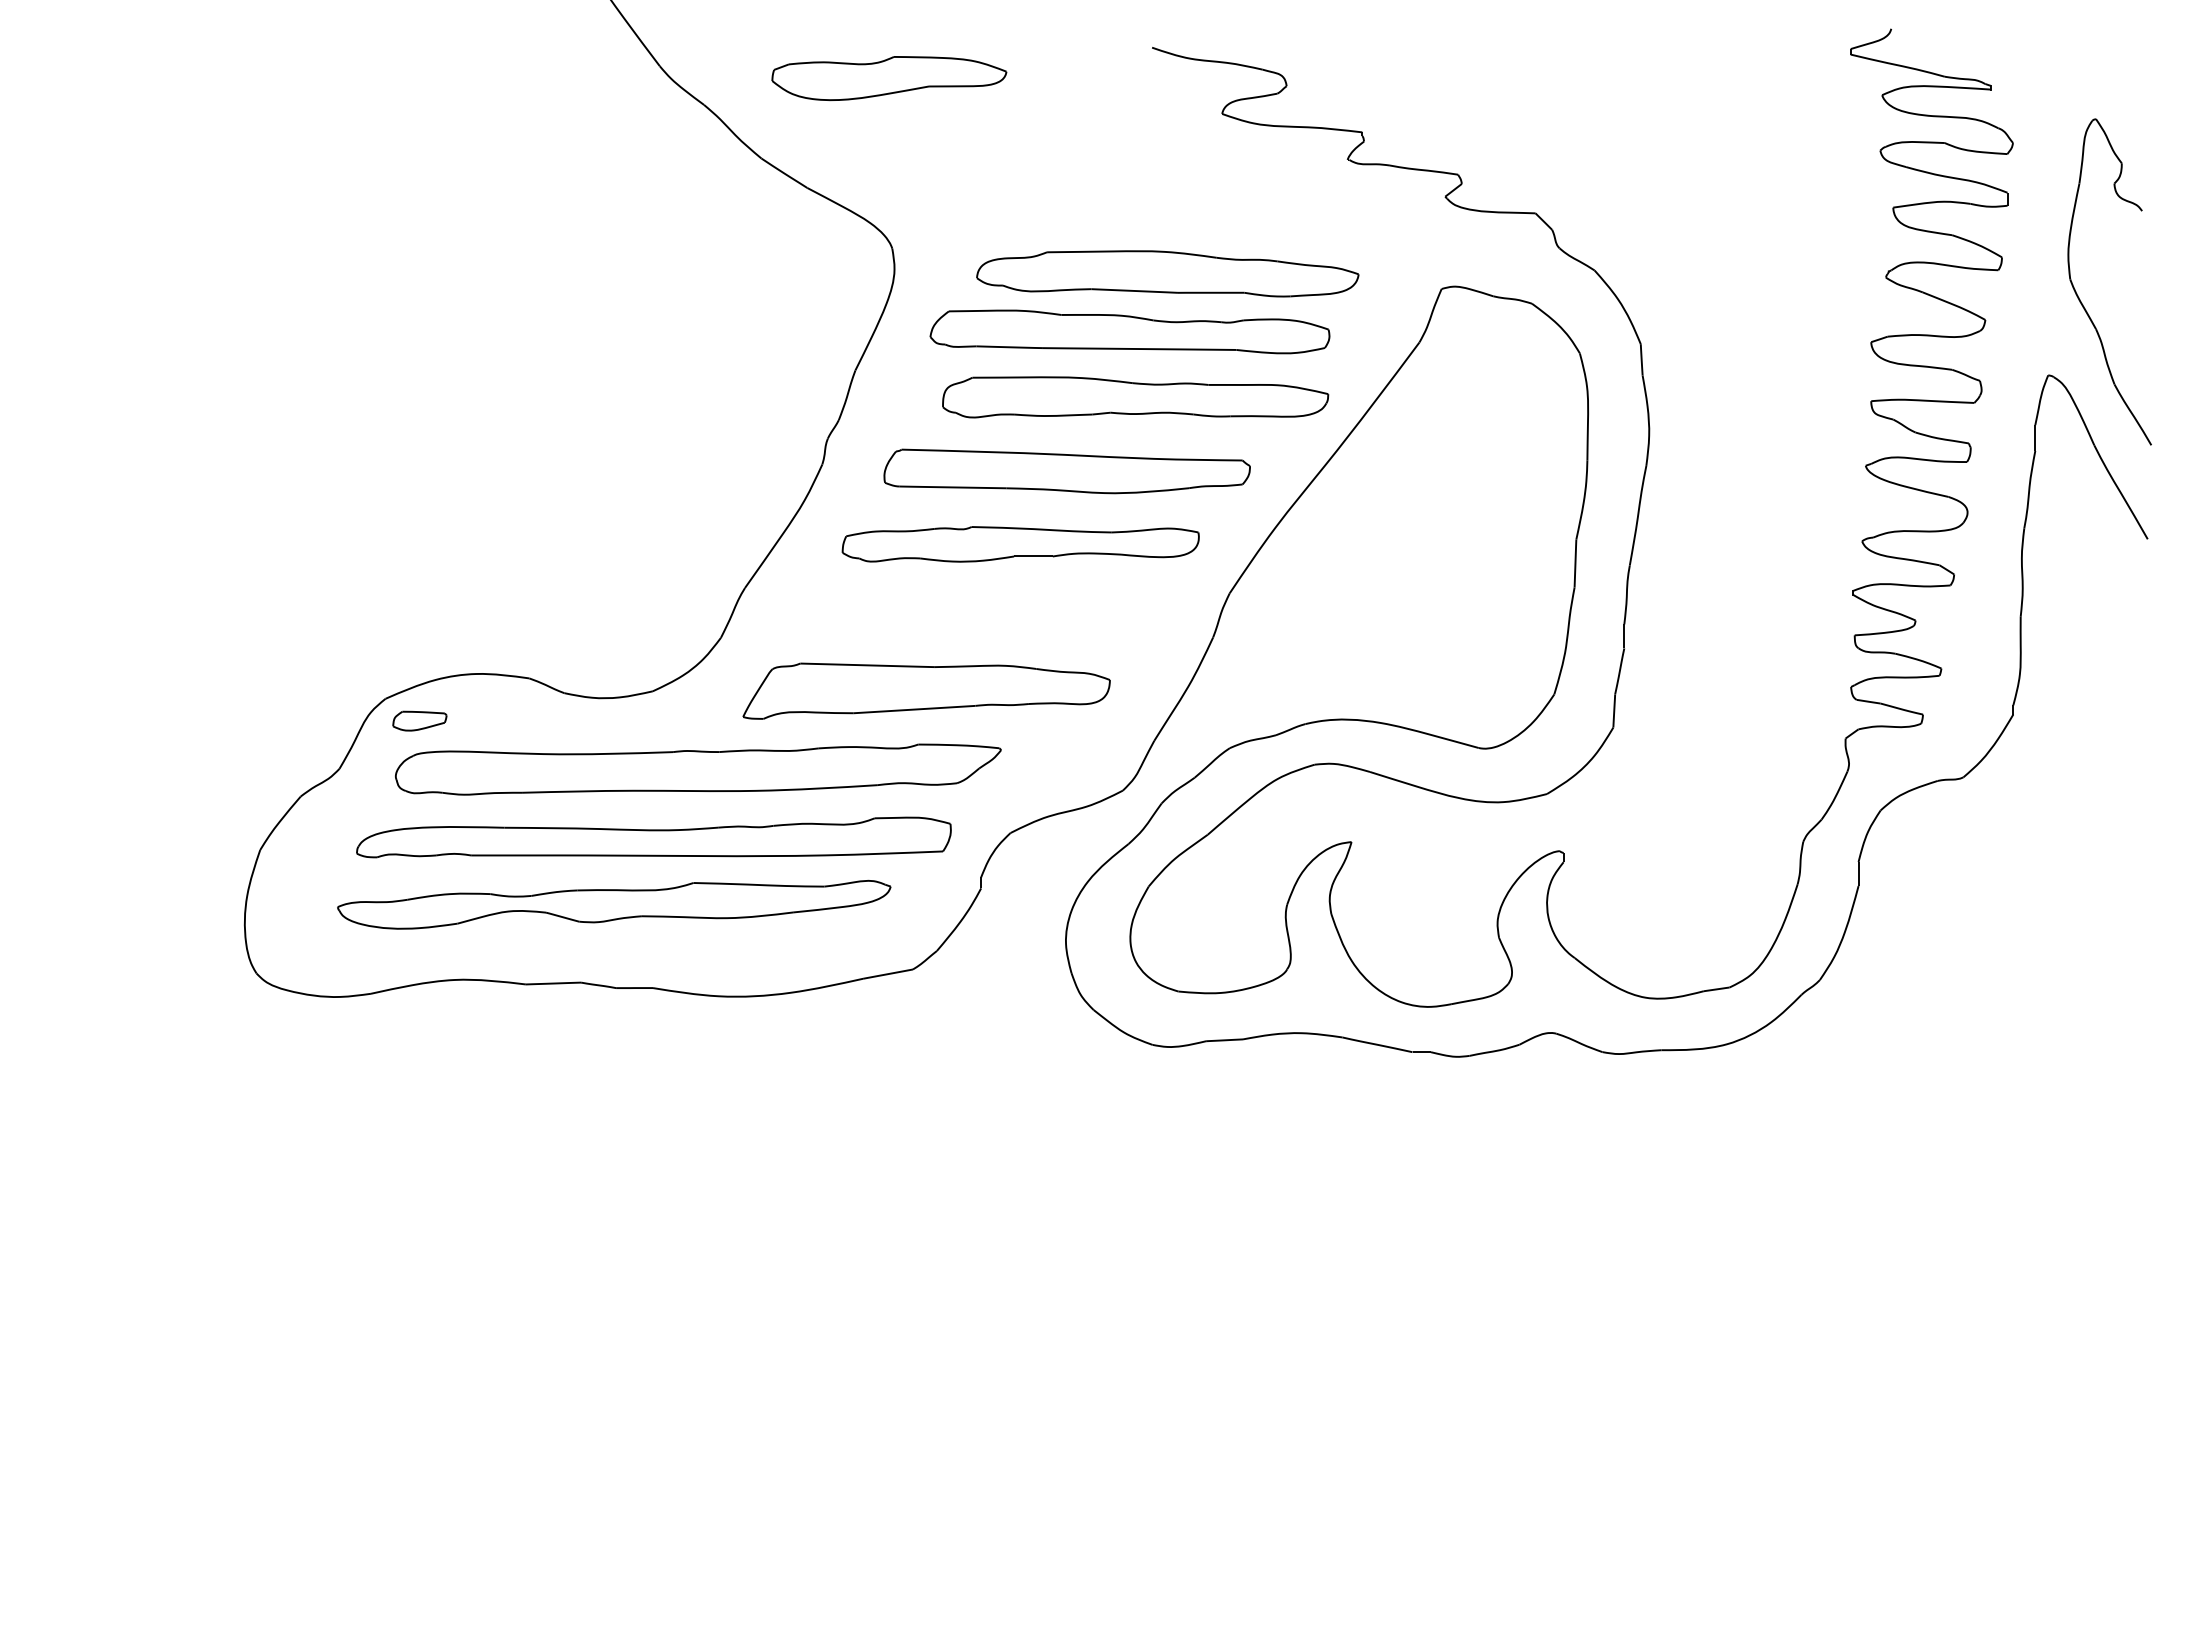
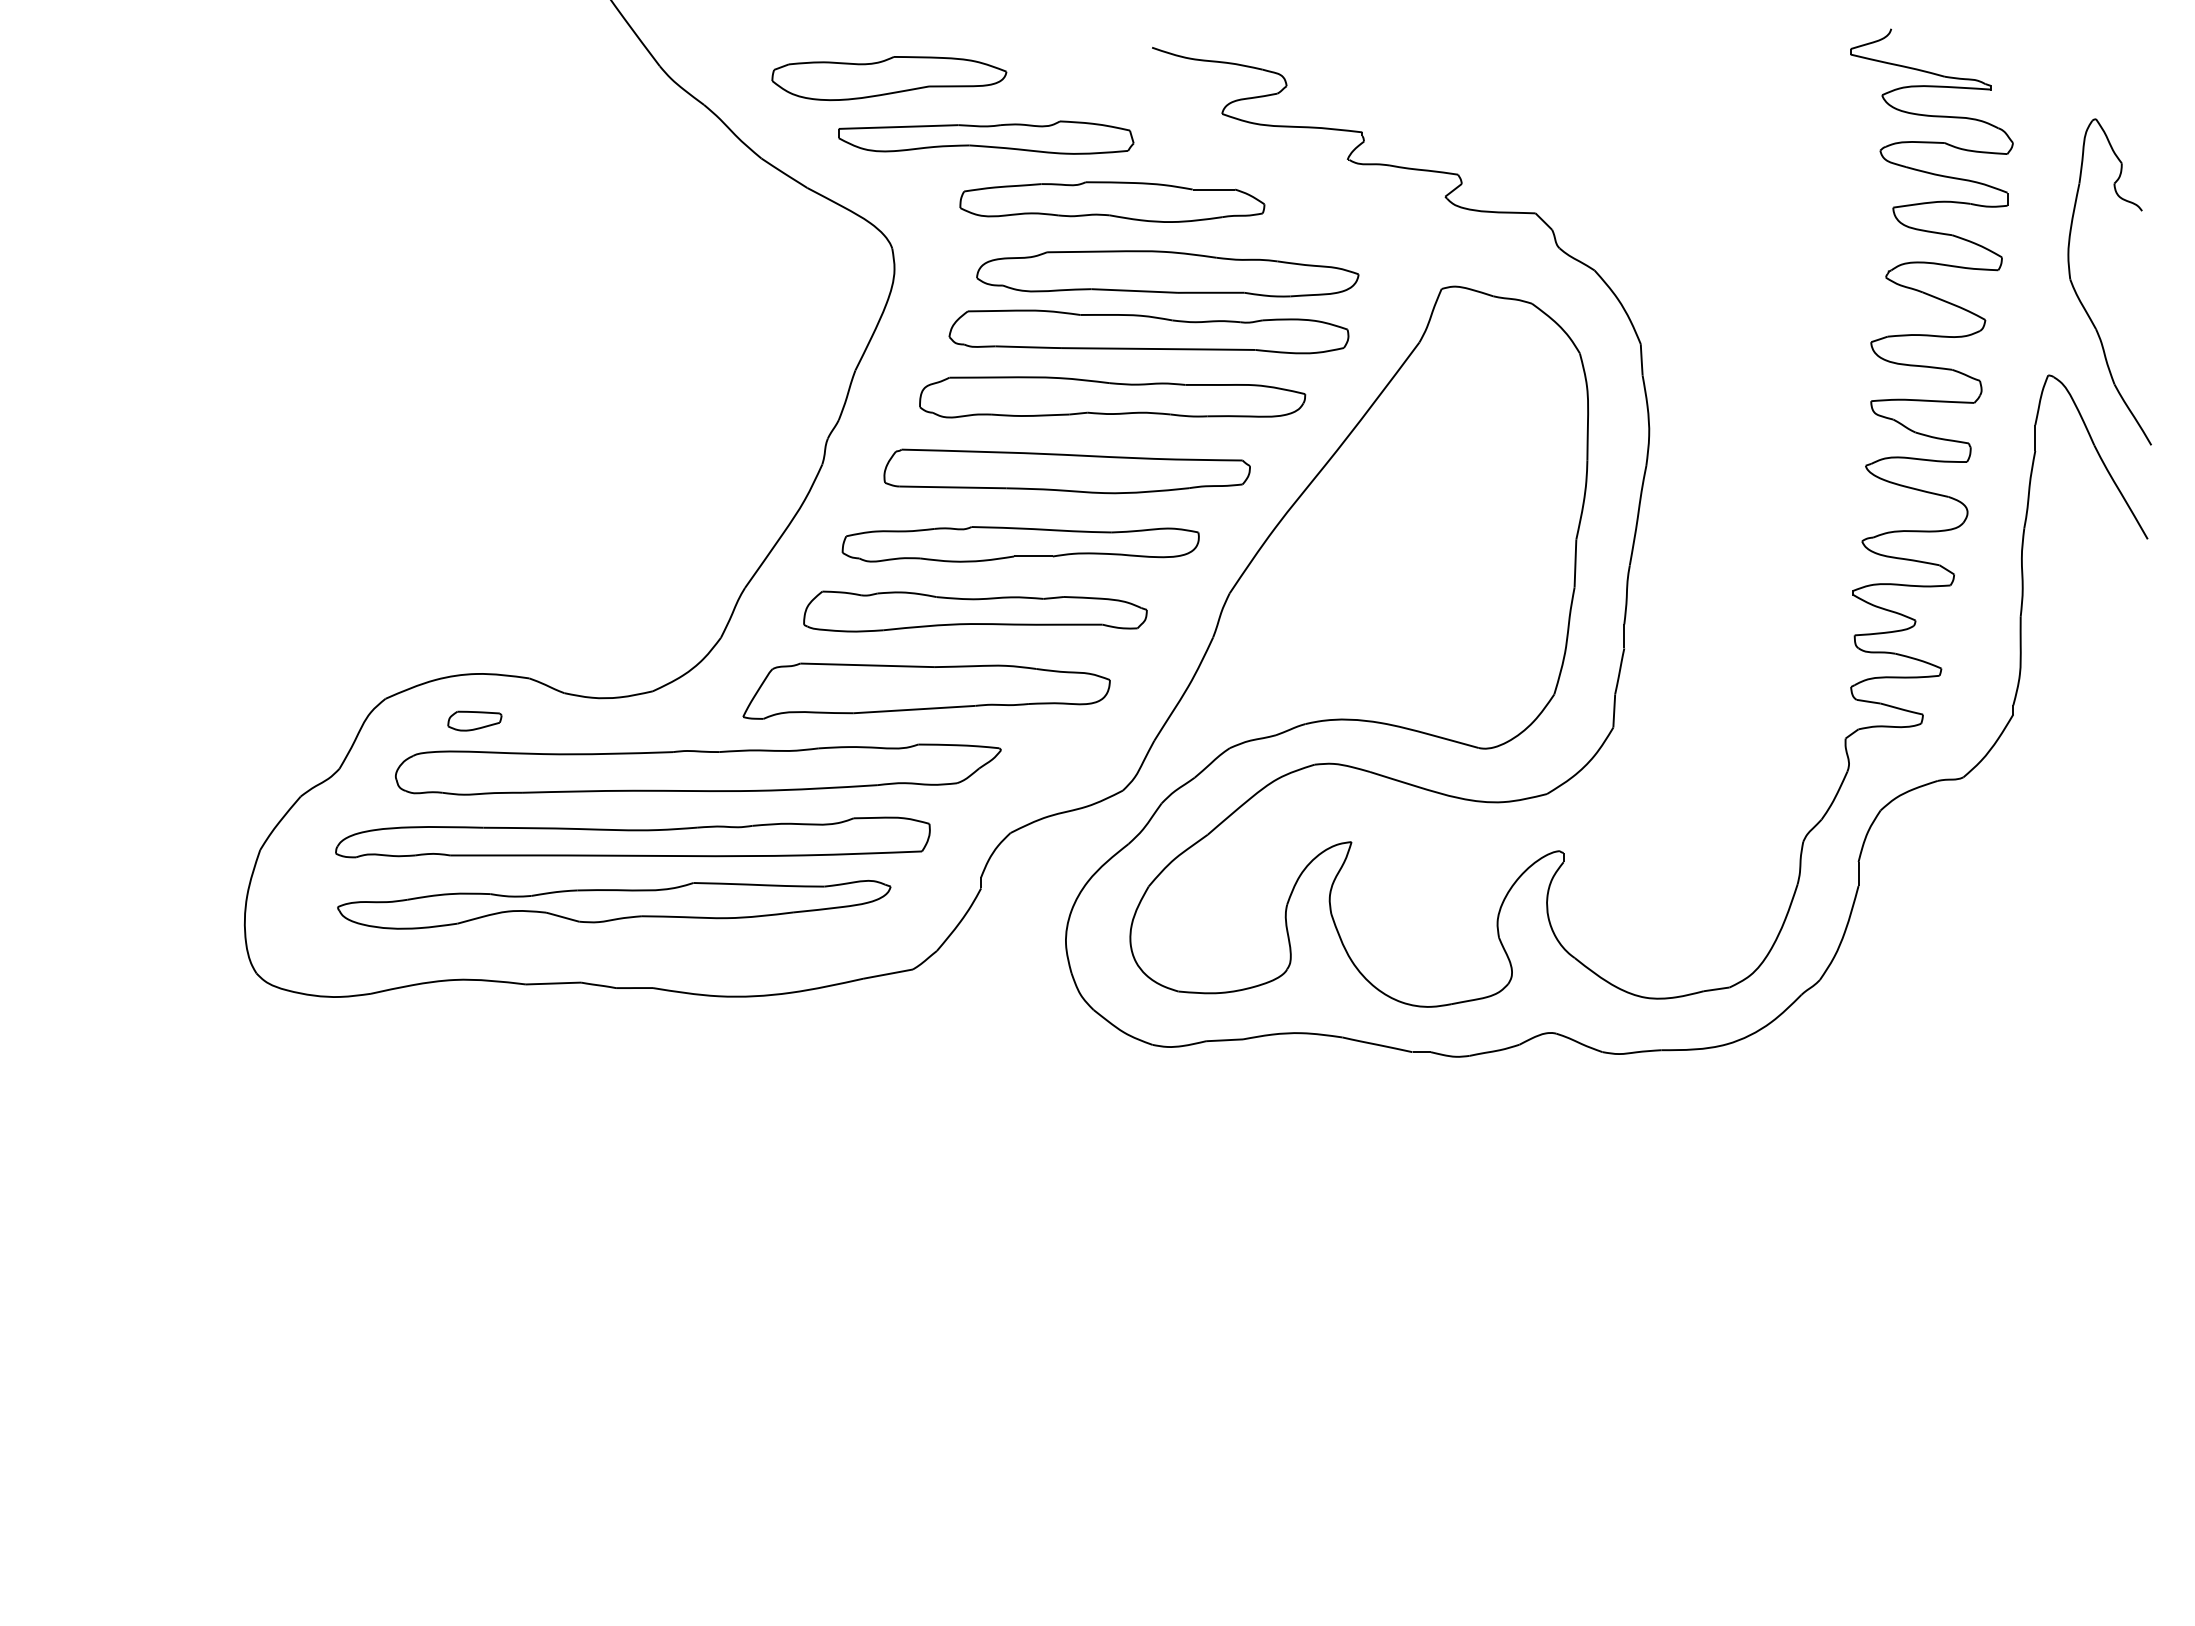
part at (986, 137): none -> present
part at (1112, 201): none -> present
part at (1129, 331) position: (1129, 331) -> (1148, 331)
part at (1135, 397) position: (1135, 397) -> (1112, 397)
part at (975, 611): none -> present
part at (419, 720) position: (419, 720) -> (474, 720)
part at (653, 837) position: (653, 837) -> (632, 837)
